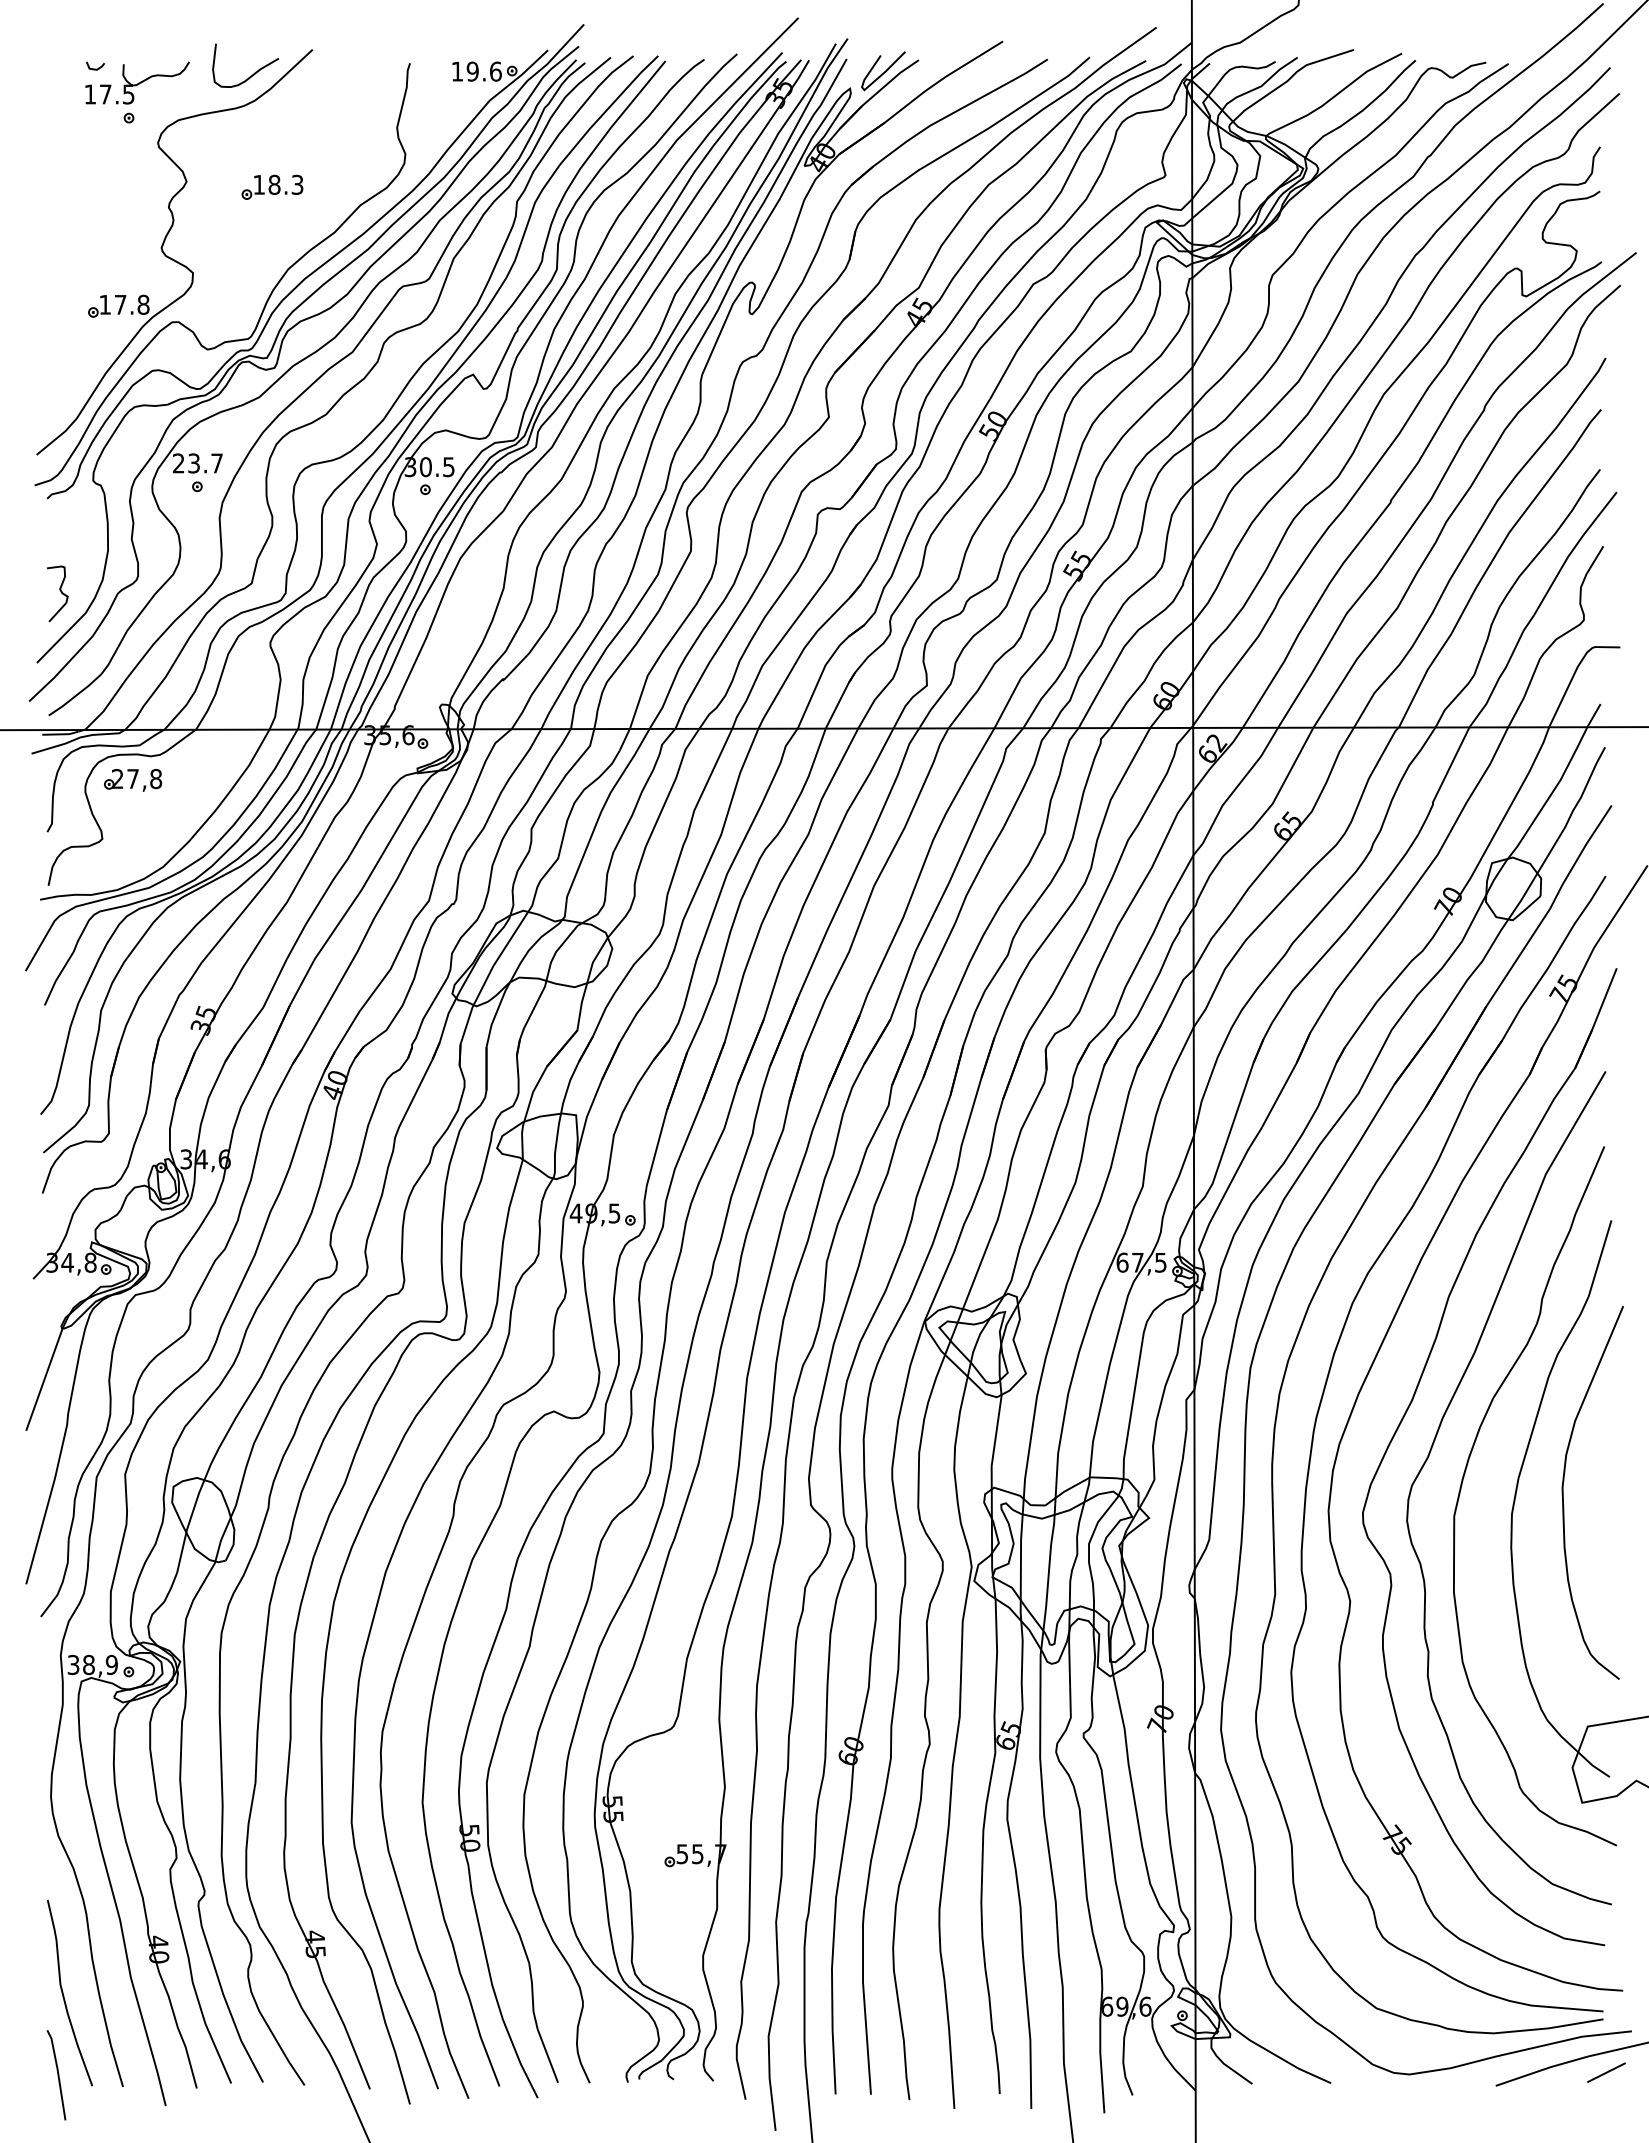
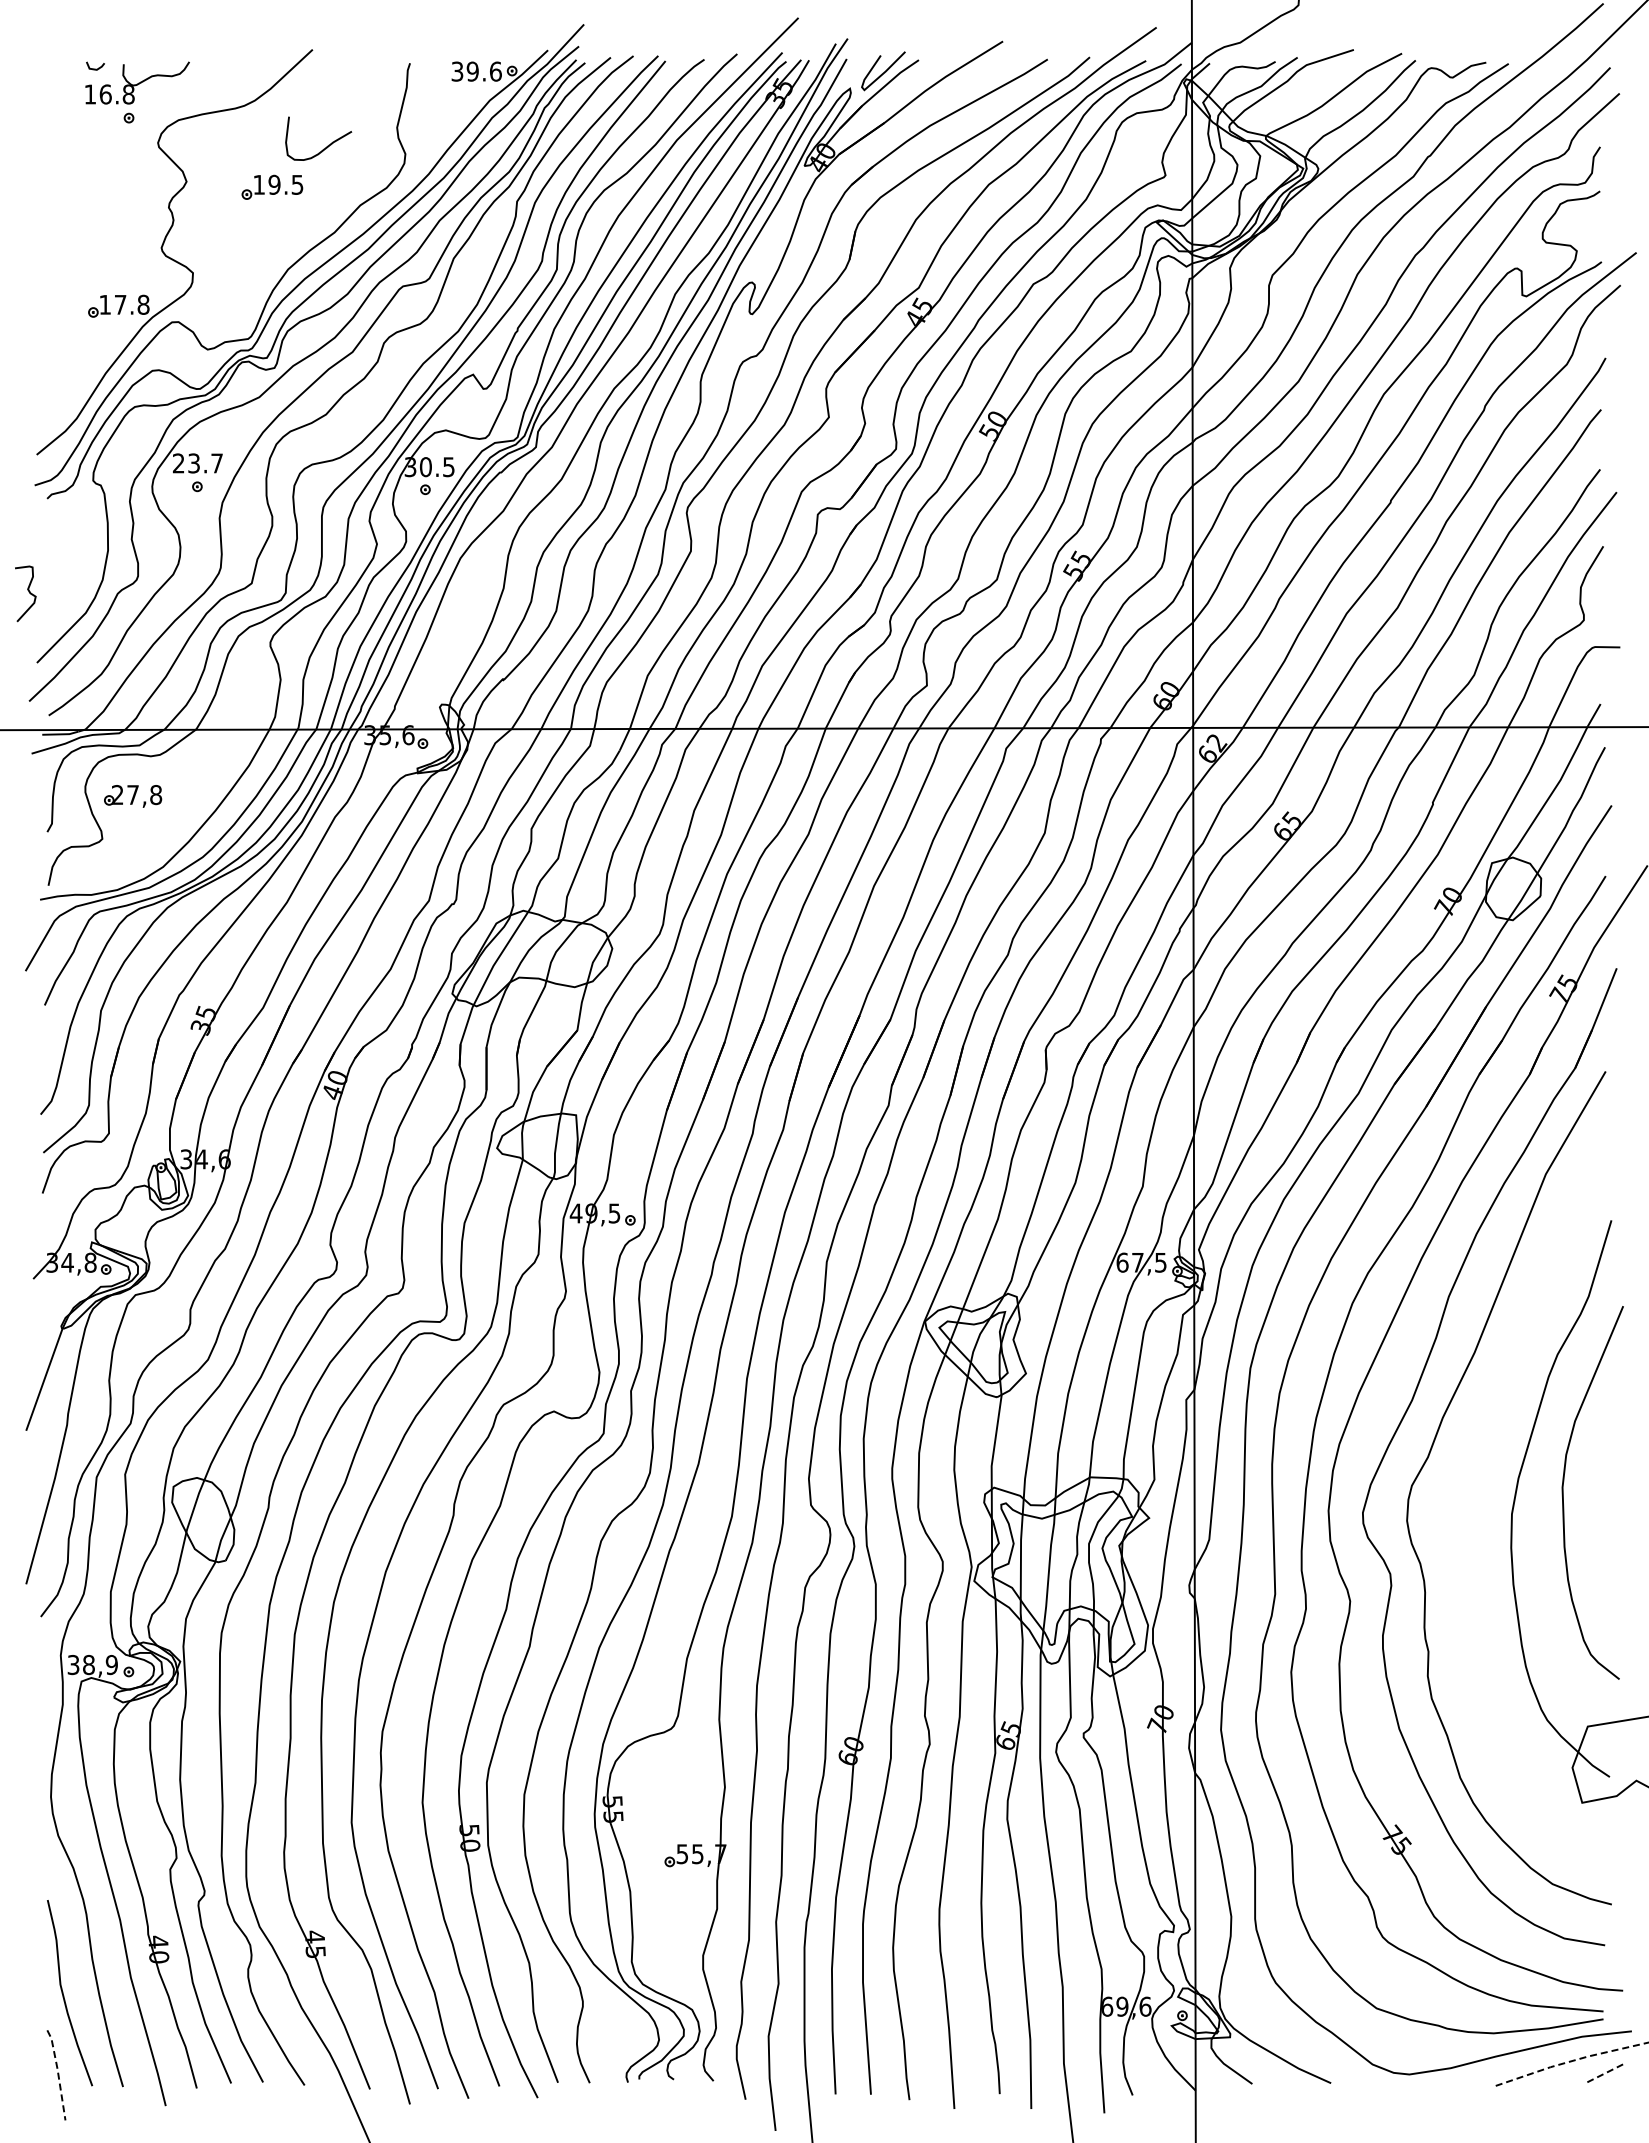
text at (457, 71): 19.6 -> 39.6
curve at (250, 75) position: (250, 75) -> (323, 148)
text at (116, 94): 17.5 -> 16.8
text at (285, 184): 18.3 -> 19.5
curve at (60, 592) position: (60, 592) -> (28, 592)
part at (133, 780) position: (133, 780) -> (133, 796)
curve at (1465, 1474): present -> none
line at (1571, 2061): solid -> dashed
line at (1606, 2072): solid -> dashed
line at (58, 2073): solid -> dashed
